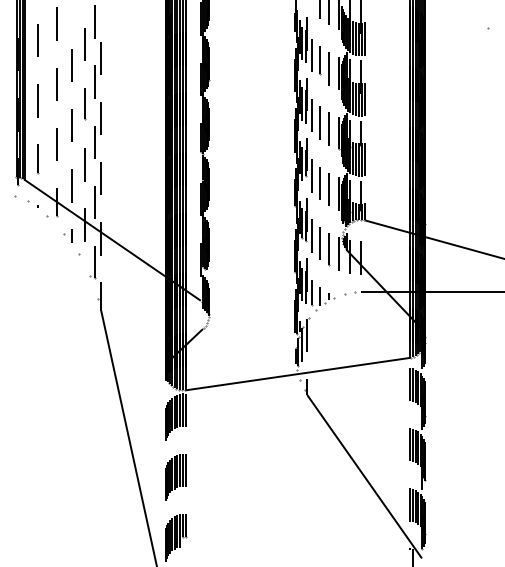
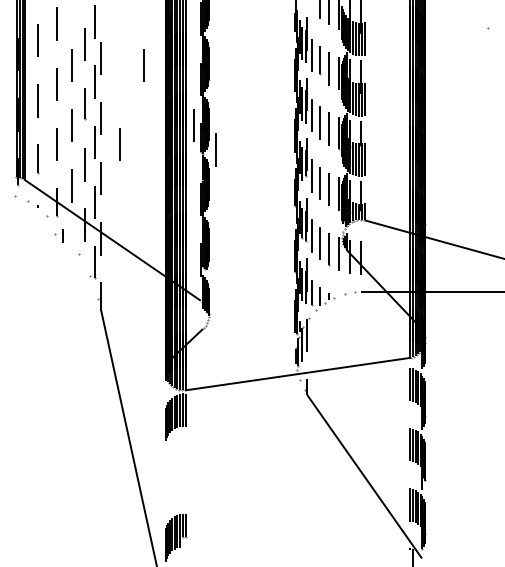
line at (143, 65): none -> present
line at (193, 125): none -> present
line at (119, 144): none -> present
line at (215, 149): none -> present
part at (67, 235) position: (67, 235) -> (58, 235)
part at (175, 477): present -> none
